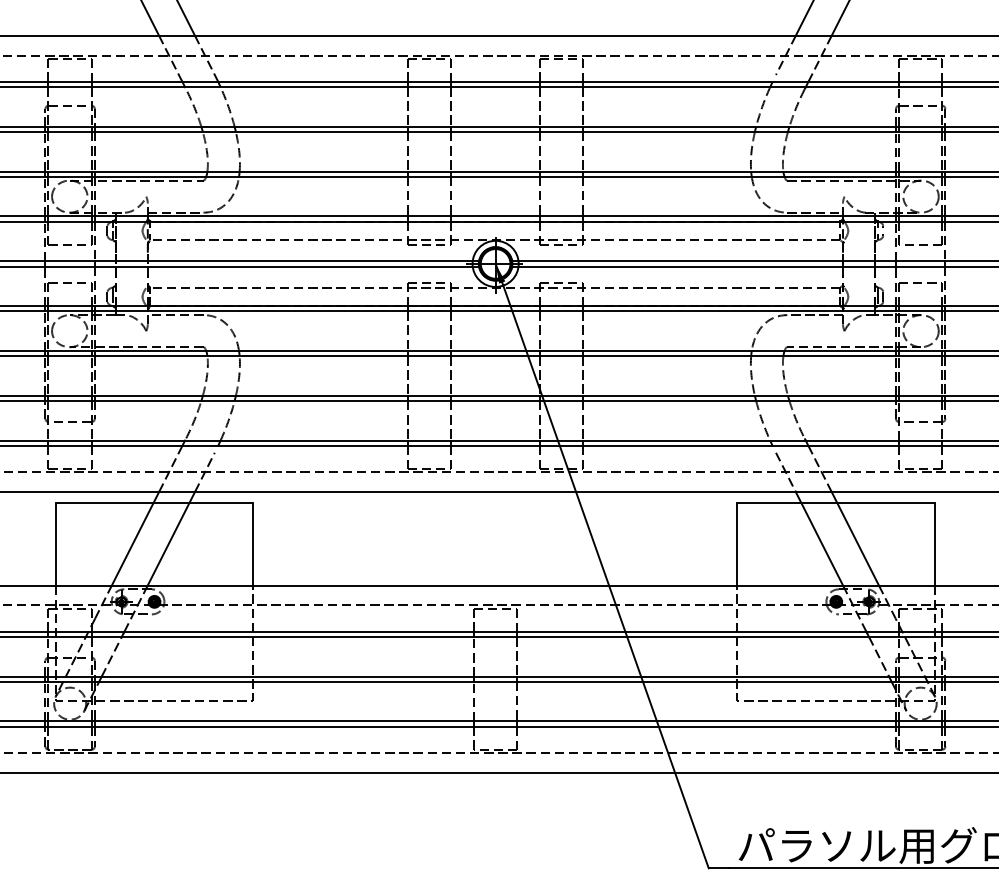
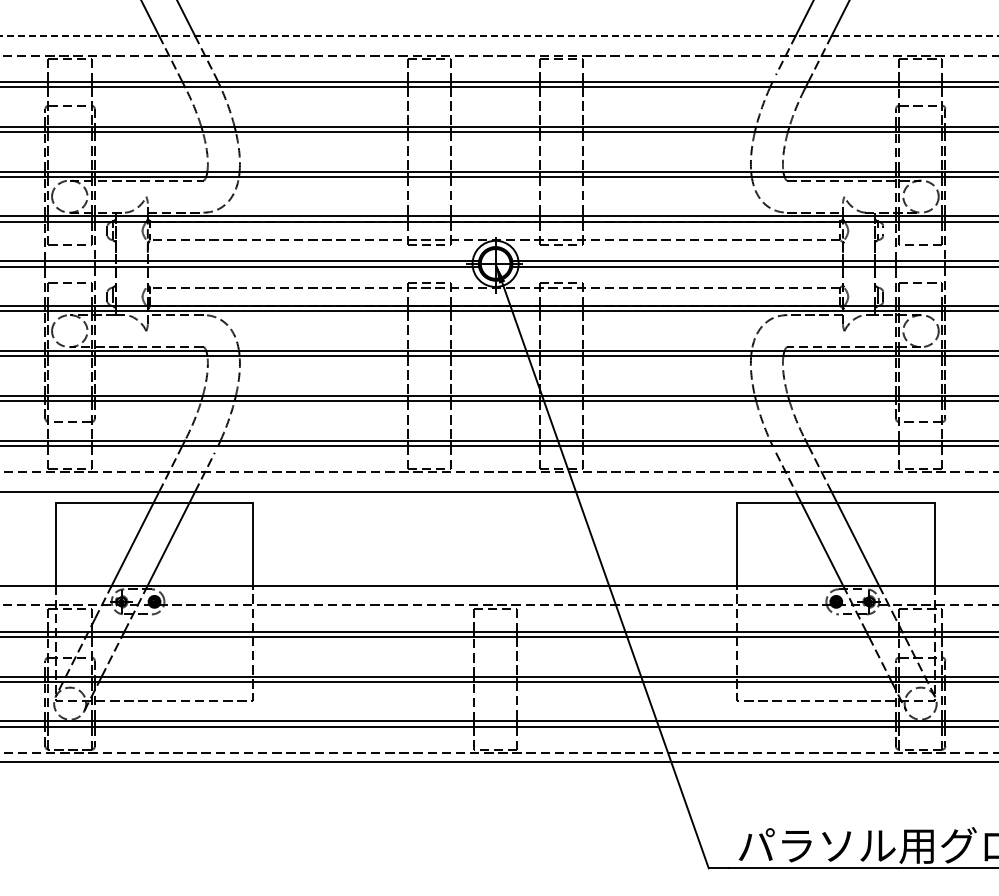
line at (498, 35): solid -> dashed
line at (498, 772) position: (498, 772) -> (498, 761)
